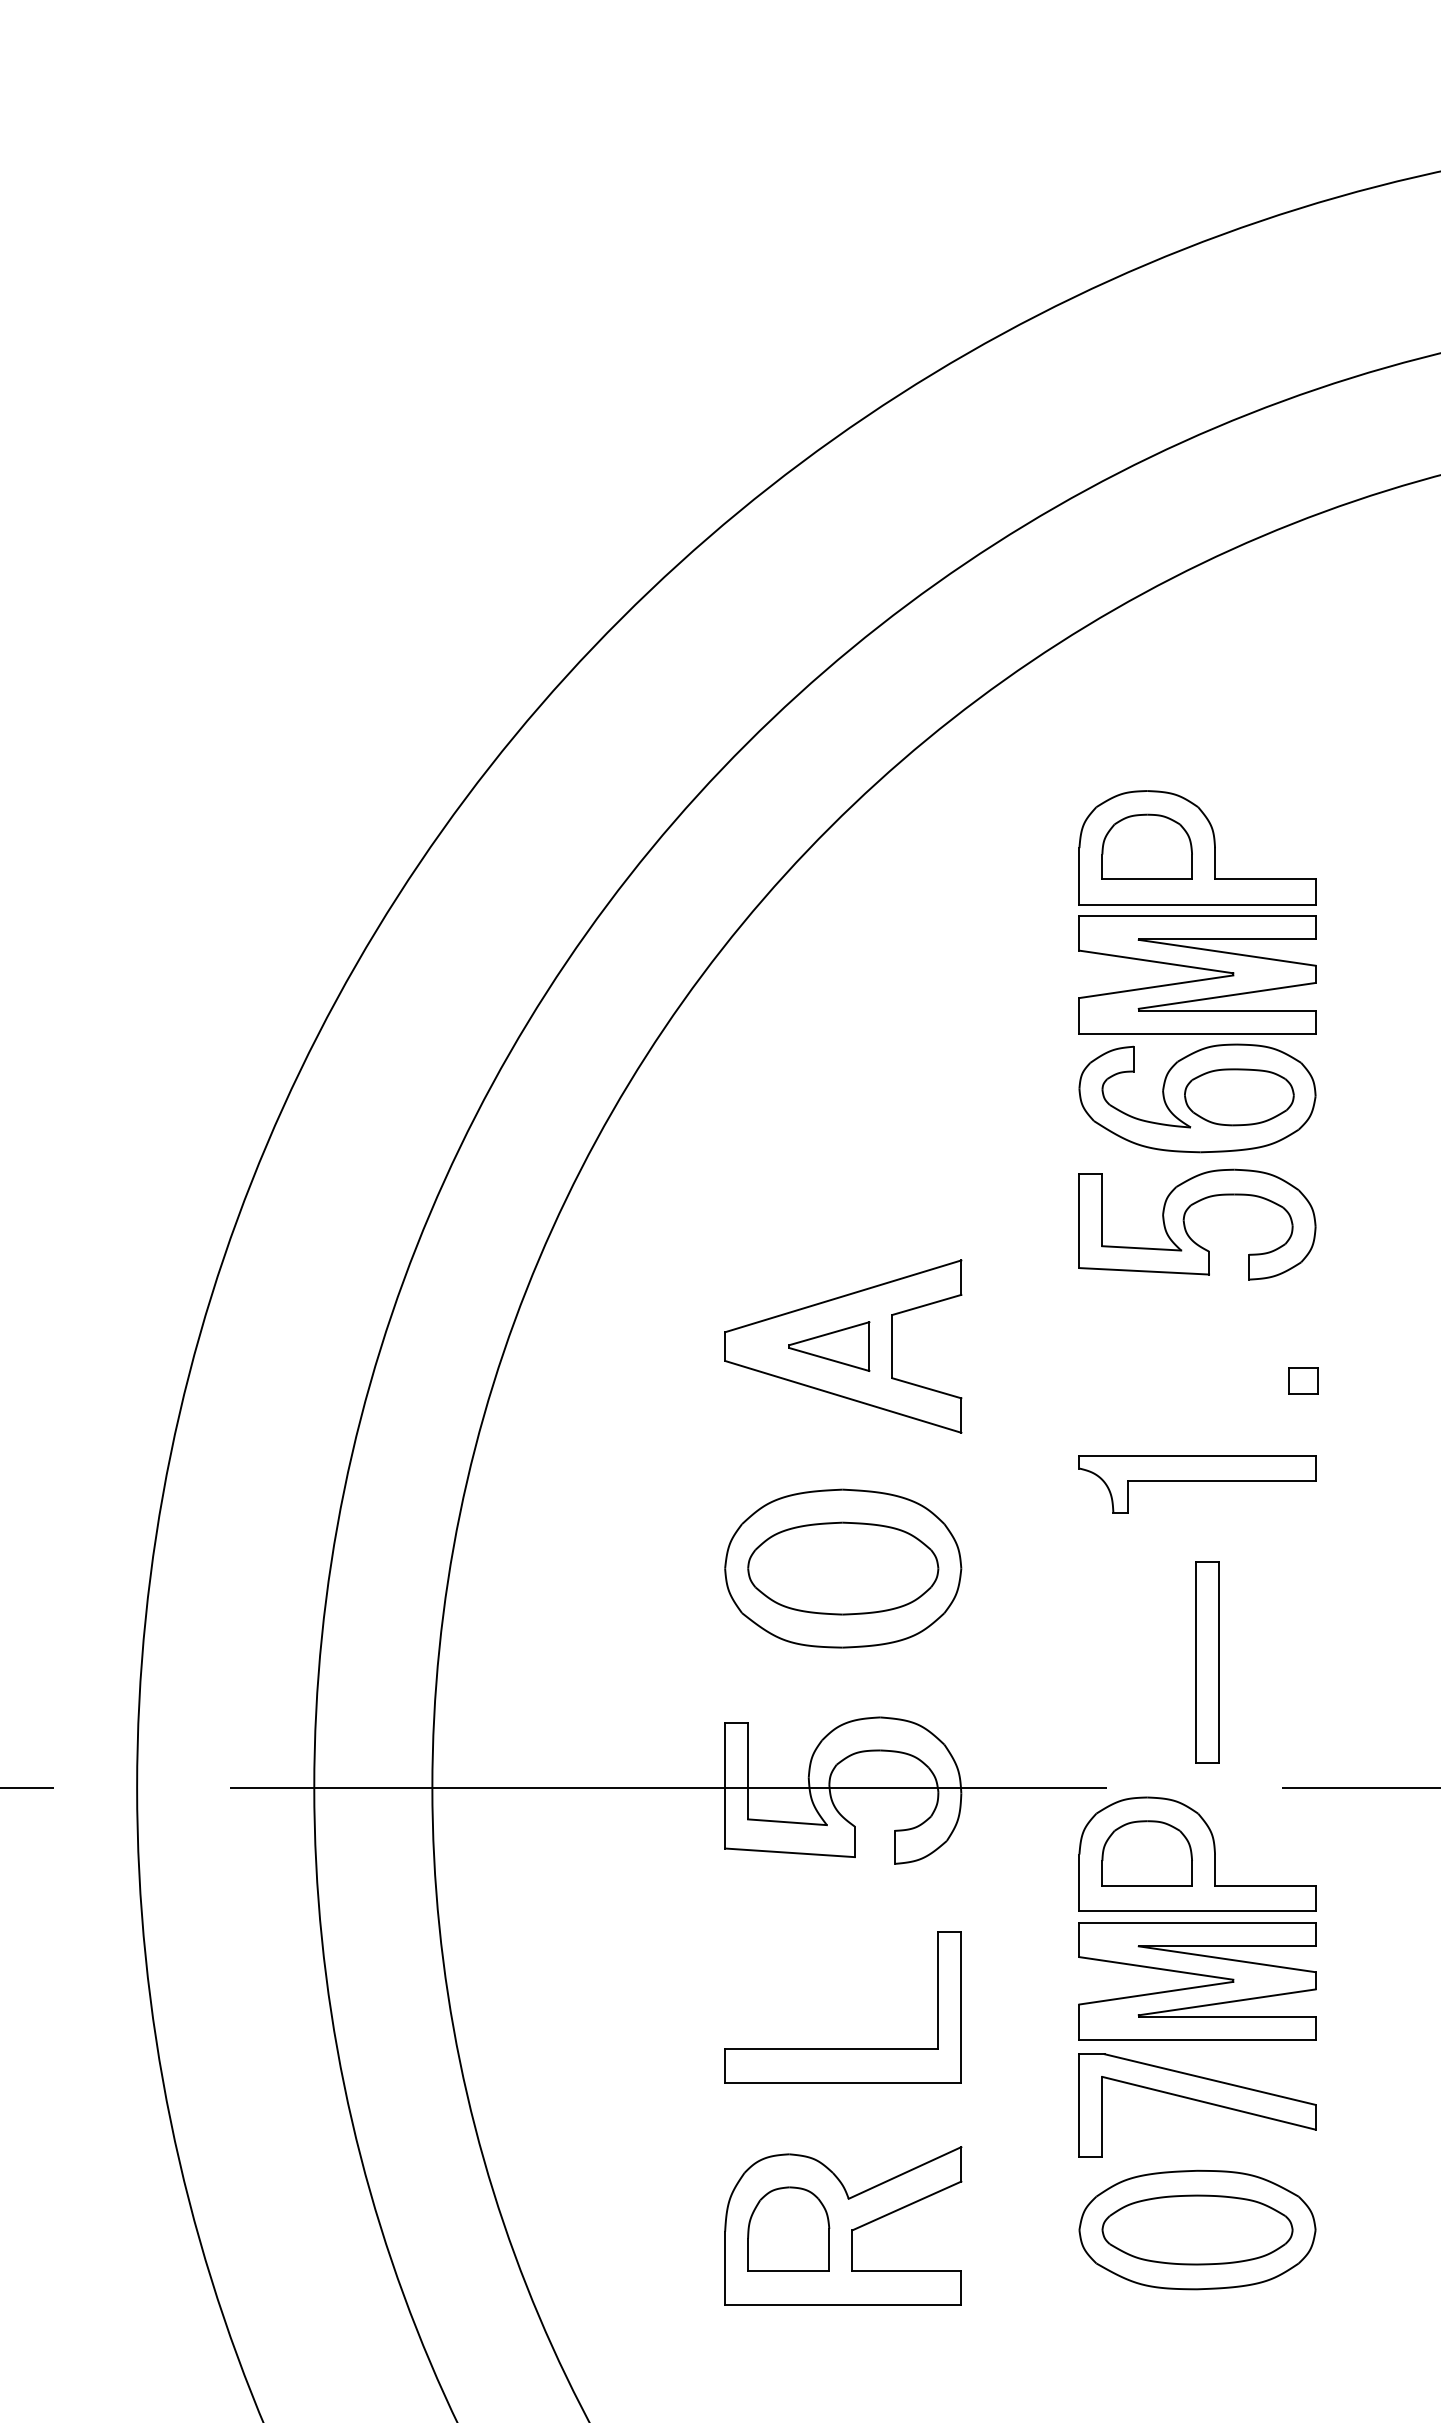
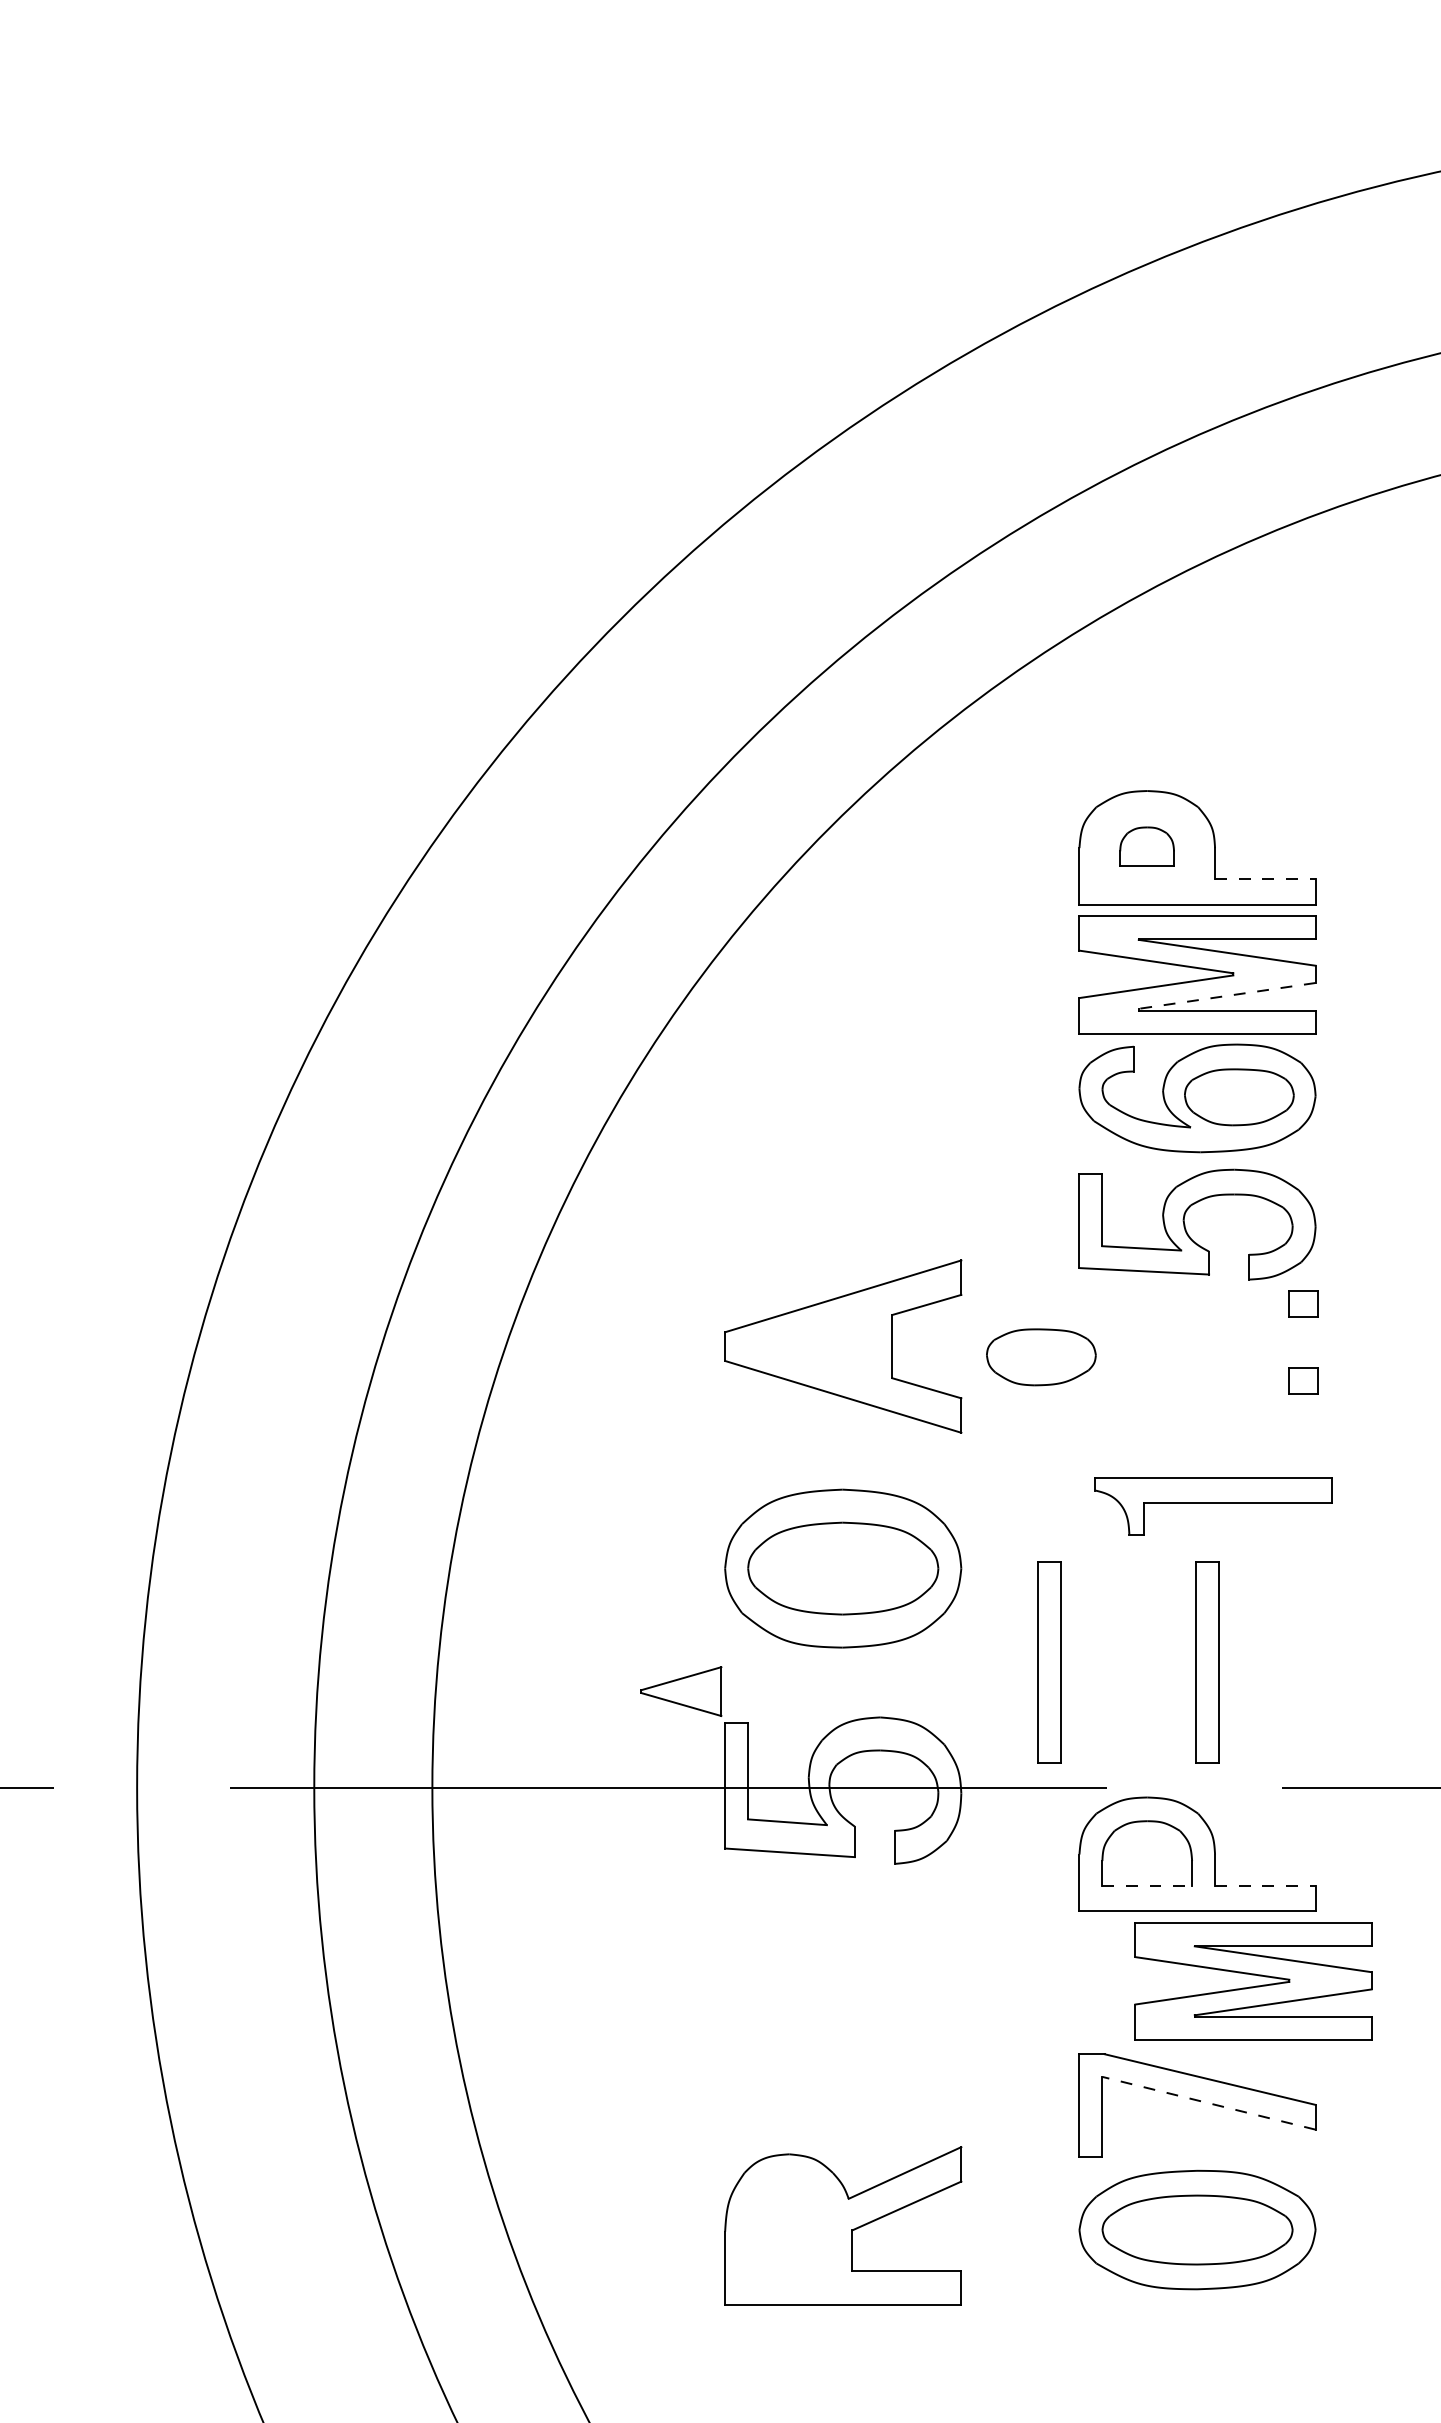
part at (1146, 846) size: 92x67 px -> 56x41 px
line at (1265, 879): solid -> dashed
line at (1226, 995): solid -> dashed
part at (1303, 1303): none -> present
part at (829, 1346) position: (829, 1346) -> (681, 1691)
part at (1041, 1357): none -> present
part at (1197, 1484) position: (1197, 1484) -> (1213, 1506)
part at (1049, 1662): none -> present
line at (1147, 1885): solid -> dashed
line at (1265, 1885): solid -> dashed
part at (1197, 1981) position: (1197, 1981) -> (1253, 1981)
part at (842, 2048): present -> none
line at (1209, 2103): solid -> dashed
part at (788, 2228): present -> none
